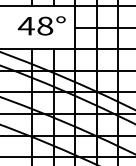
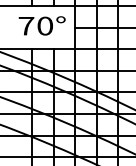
text at (35, 26): 48° -> 70°
